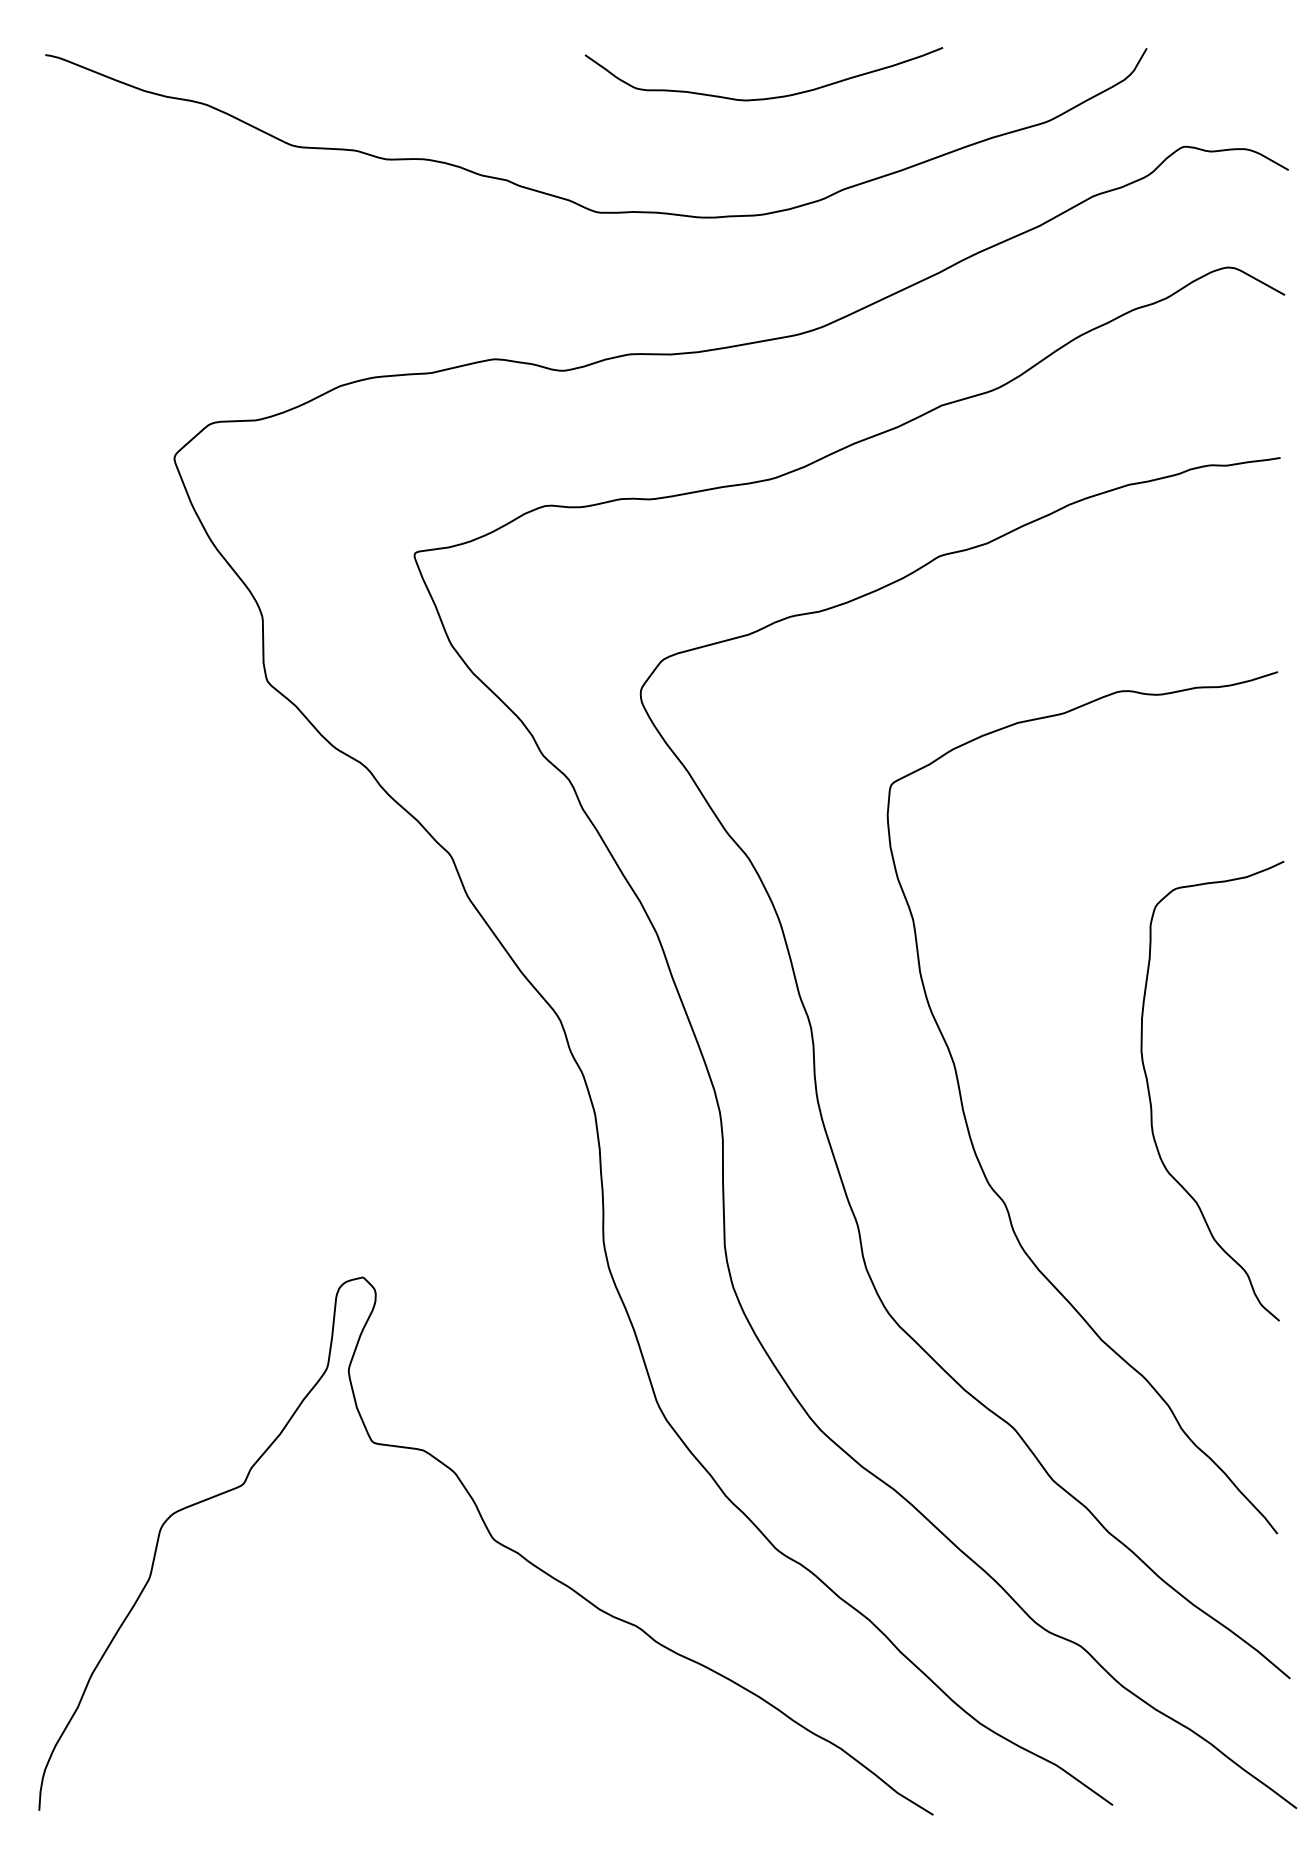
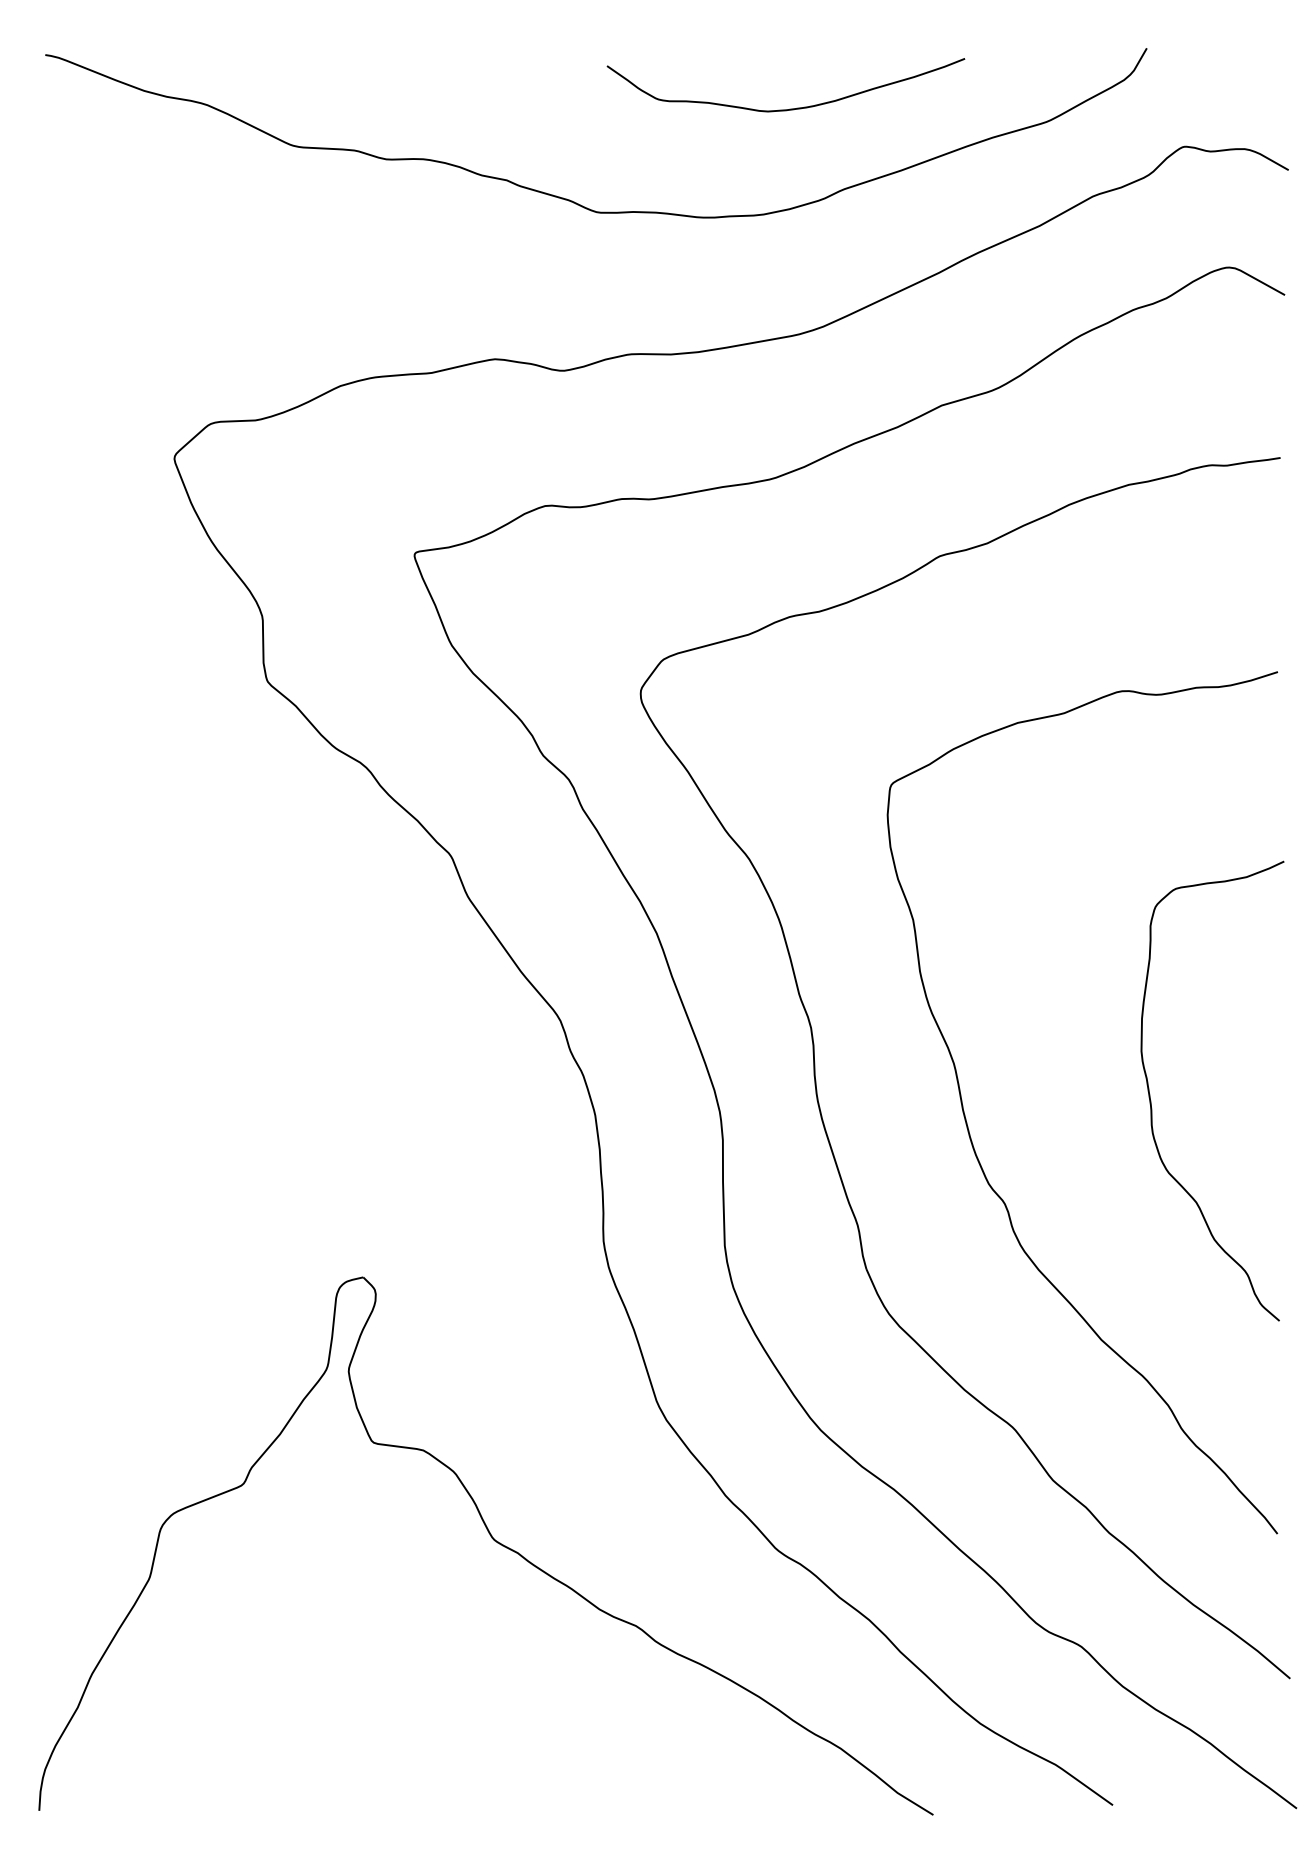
curve at (767, 97) position: (767, 97) -> (789, 108)
